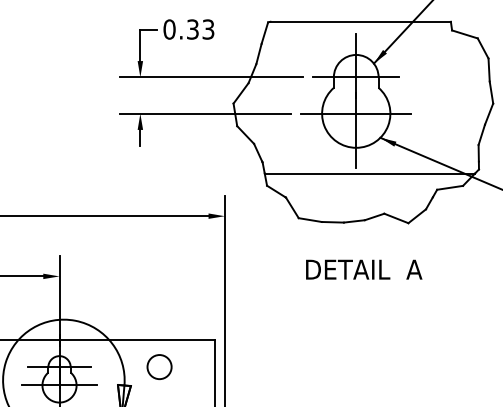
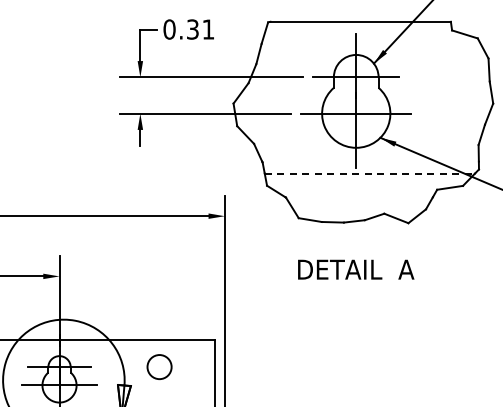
text at (208, 29): 0.33 -> 0.31
line at (370, 173): solid -> dashed
text at (364, 269) position: (364, 269) -> (356, 269)
